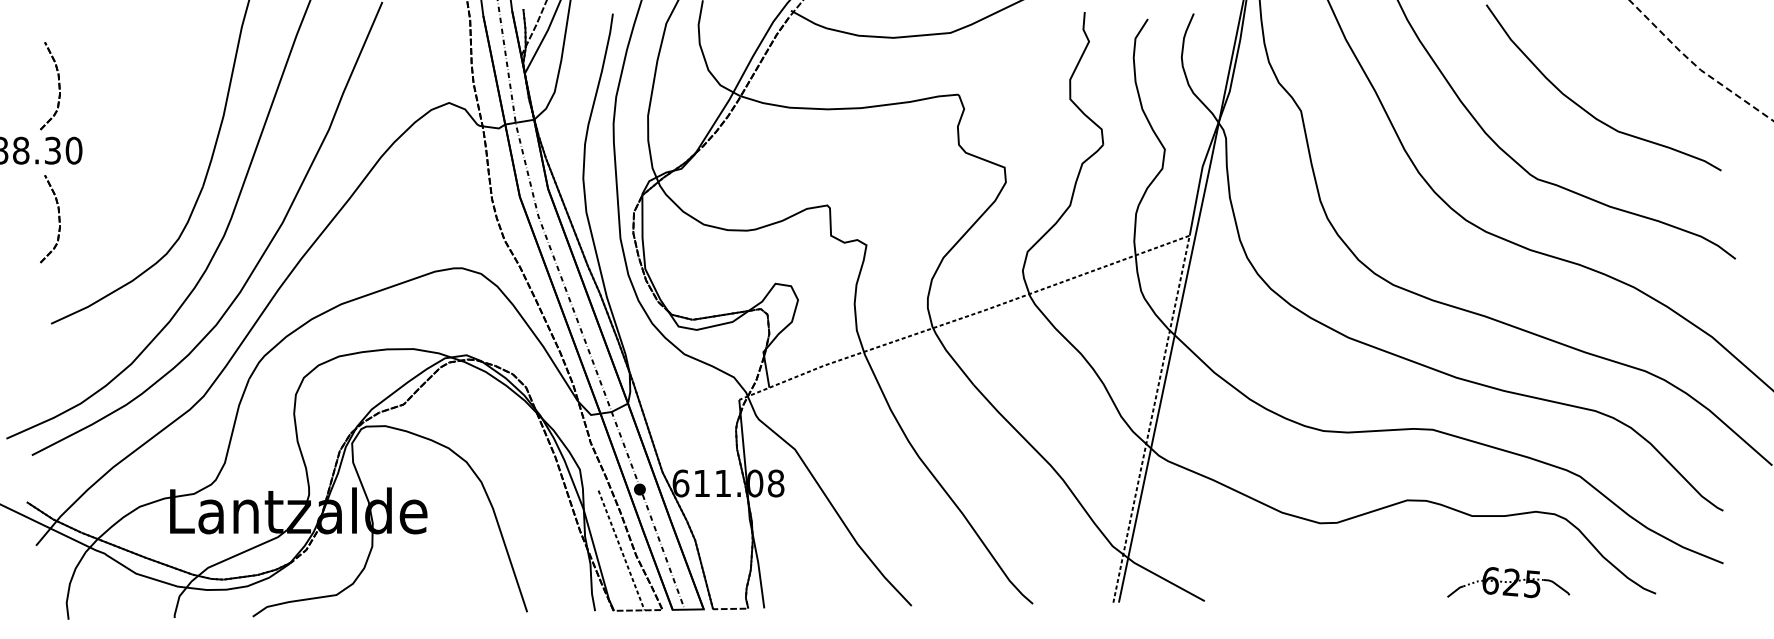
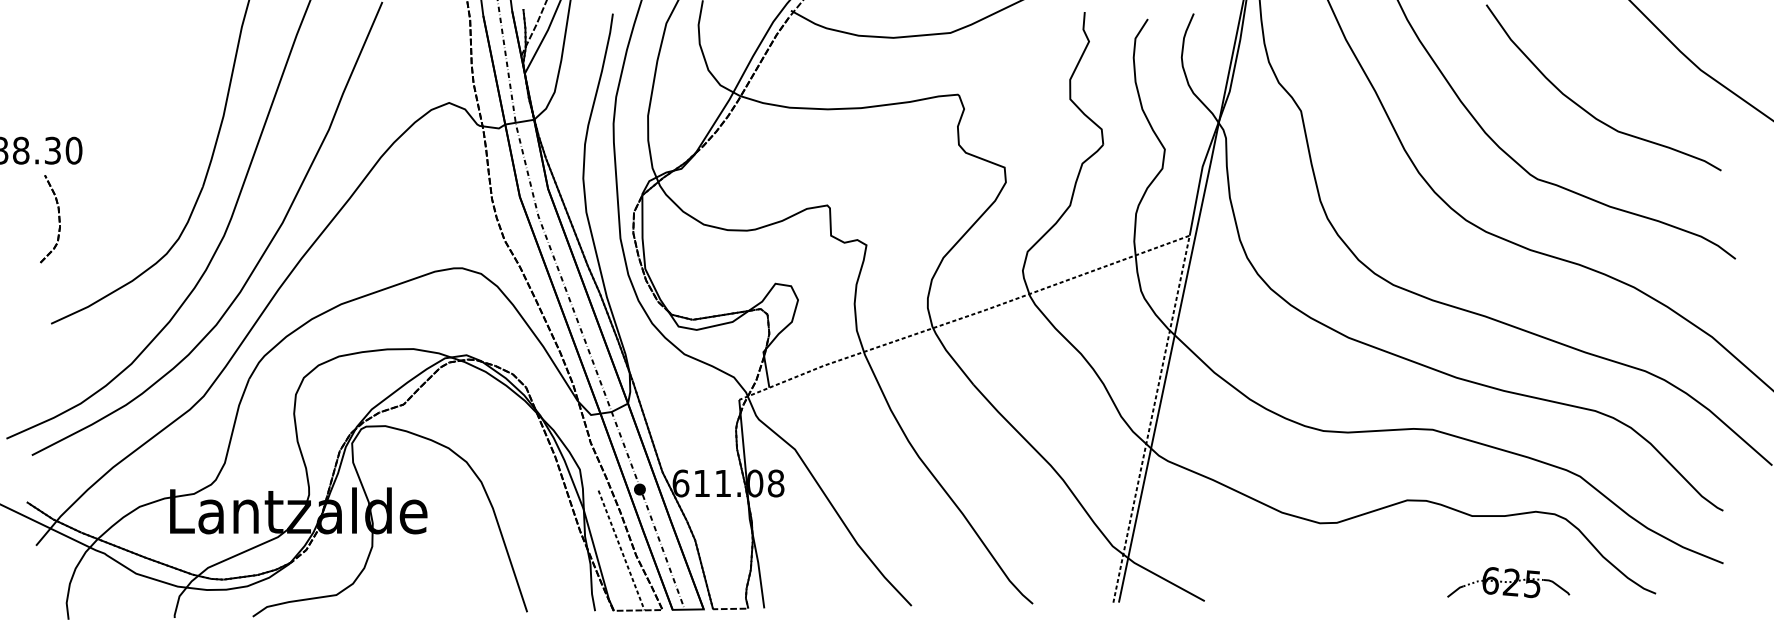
line at (1697, 66): dashed -> solid
part at (58, 86): present -> none
